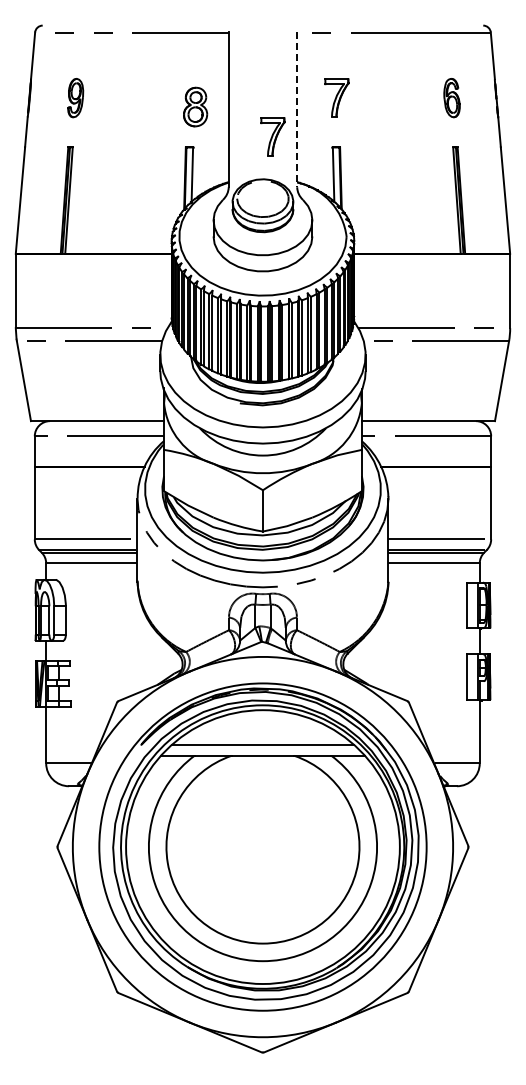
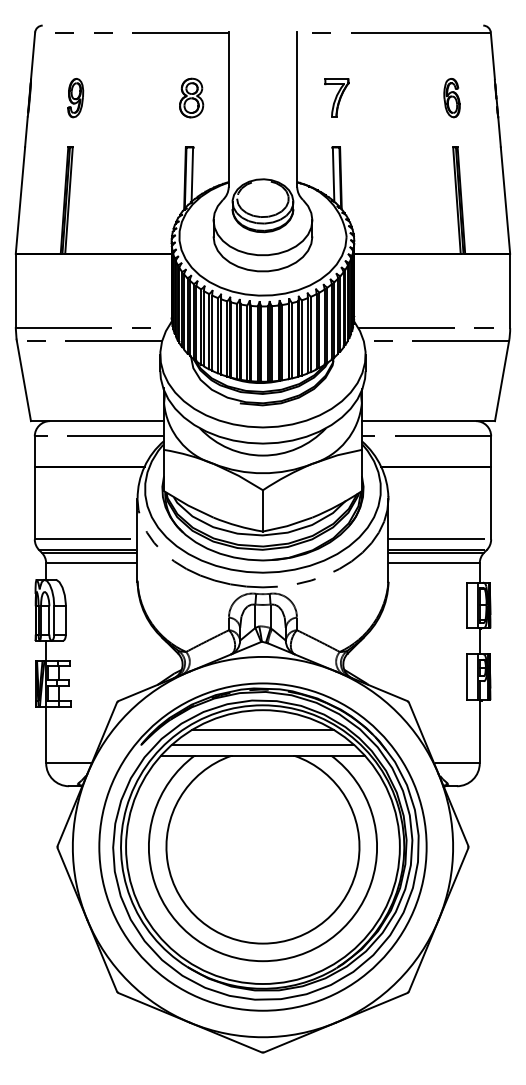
part at (195, 106) position: (195, 106) -> (191, 97)
line at (297, 109): dashed -> solid
part at (272, 136): present -> none
line at (262, 729): none -> present
